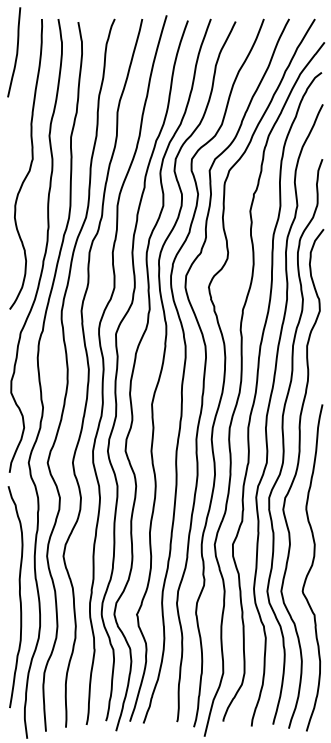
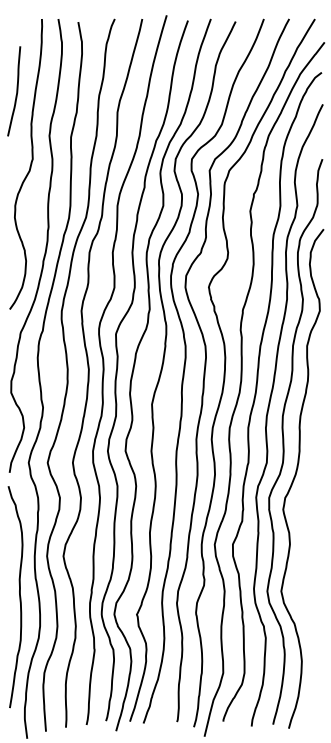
curve at (16, 52) position: (16, 52) -> (16, 91)
curve at (312, 567): present -> none
